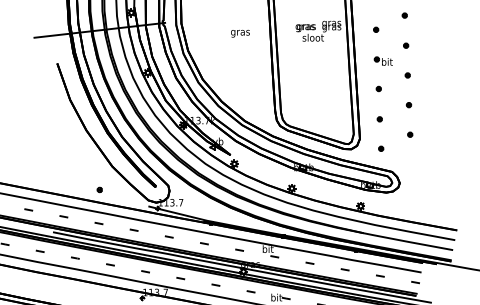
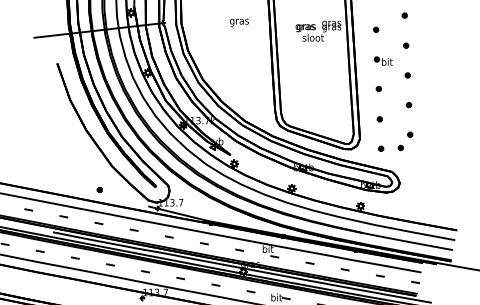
text at (240, 33) position: (240, 33) -> (239, 22)
part at (400, 147): none -> present
